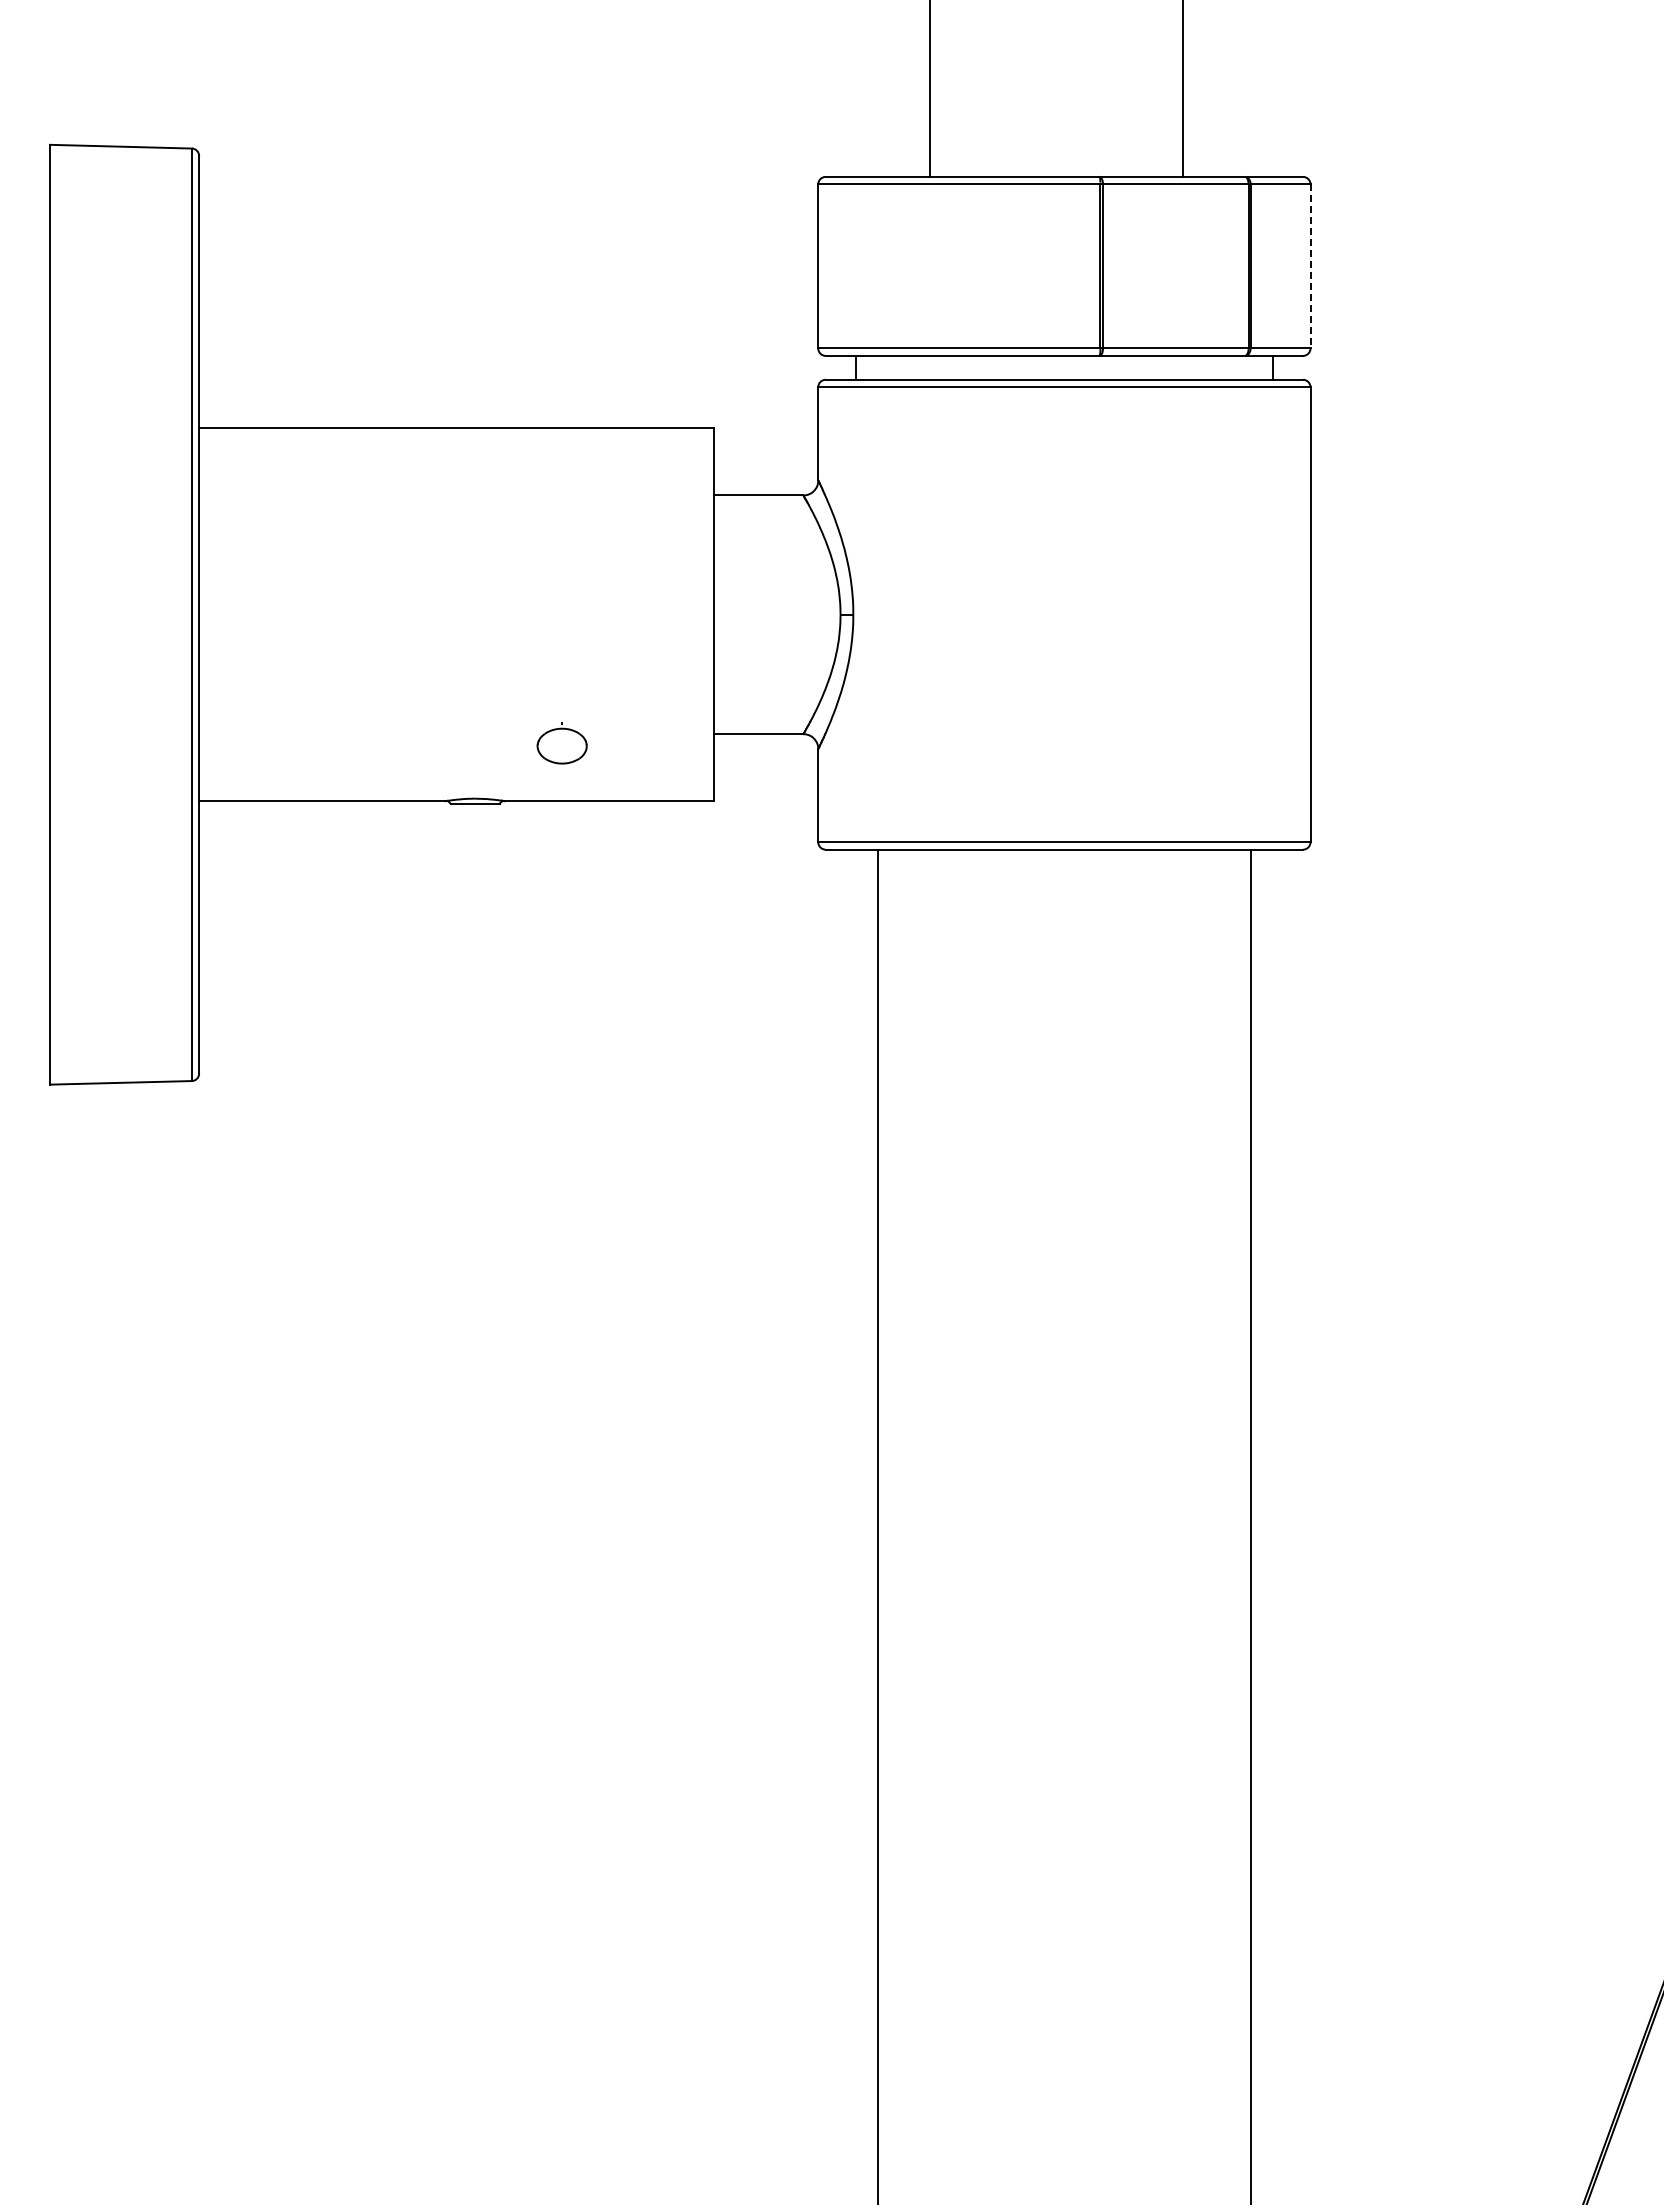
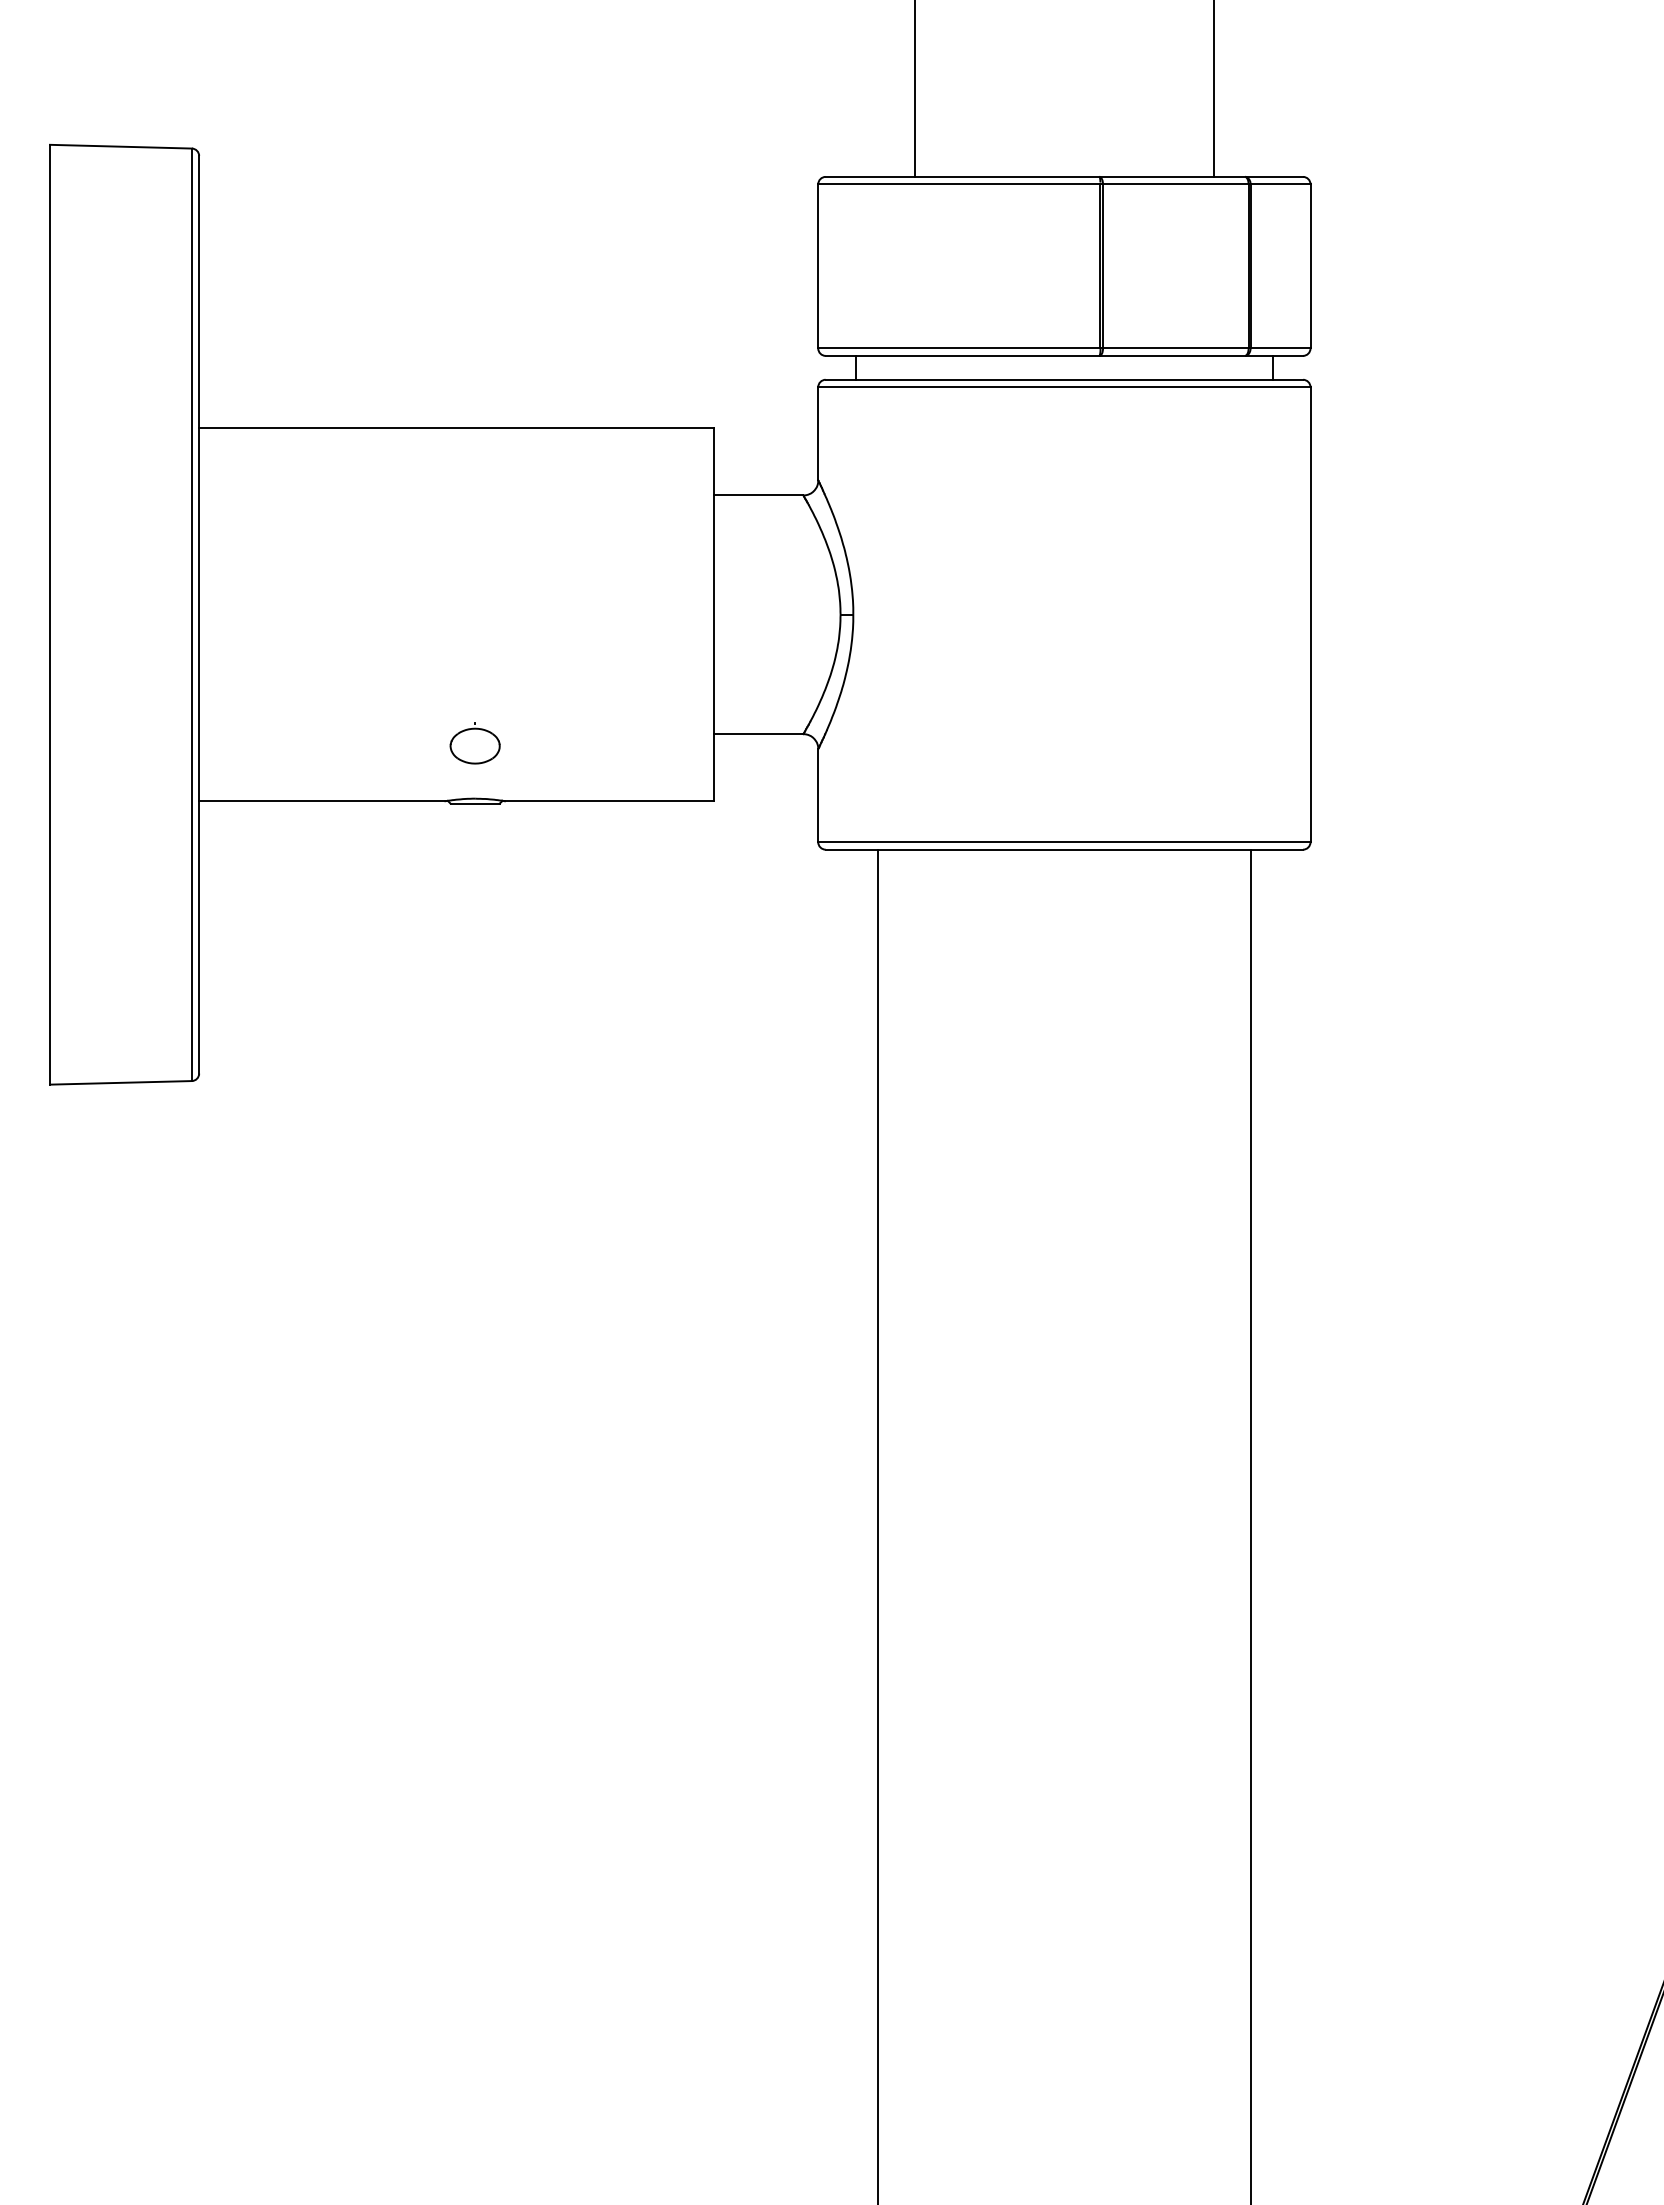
line at (930, 89) position: (930, 89) -> (915, 89)
line at (1182, 89) position: (1182, 89) -> (1213, 89)
line at (1310, 266): dashed -> solid
part at (561, 743) position: (561, 743) -> (474, 743)
